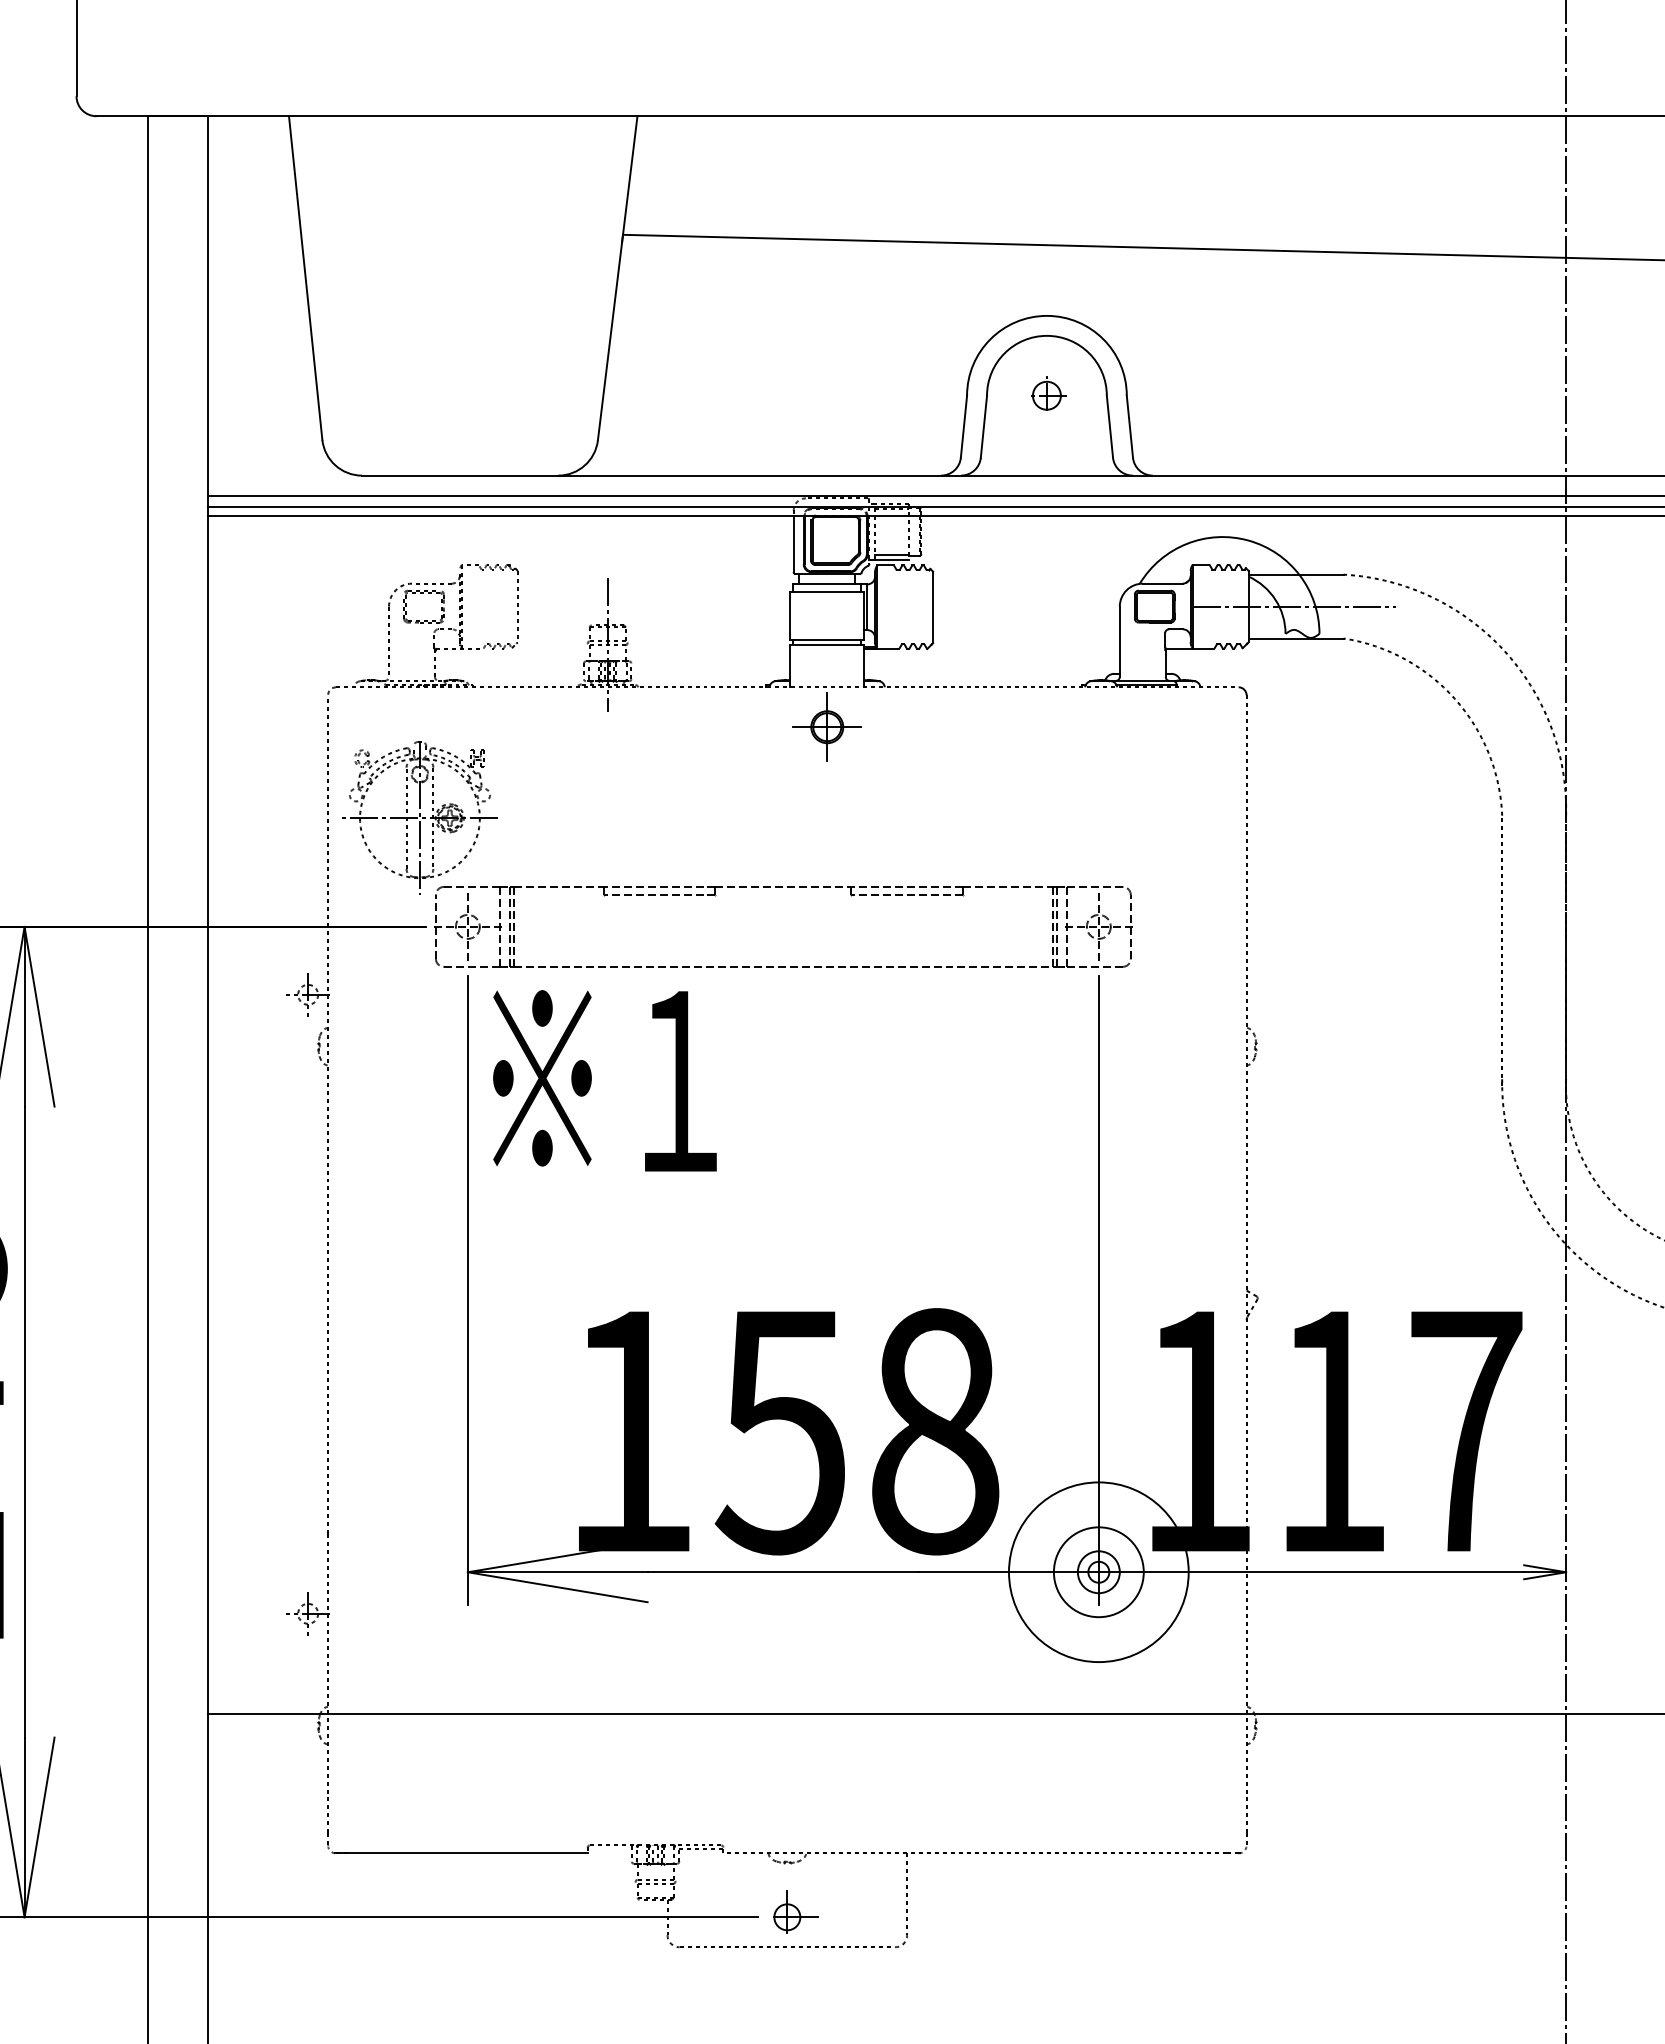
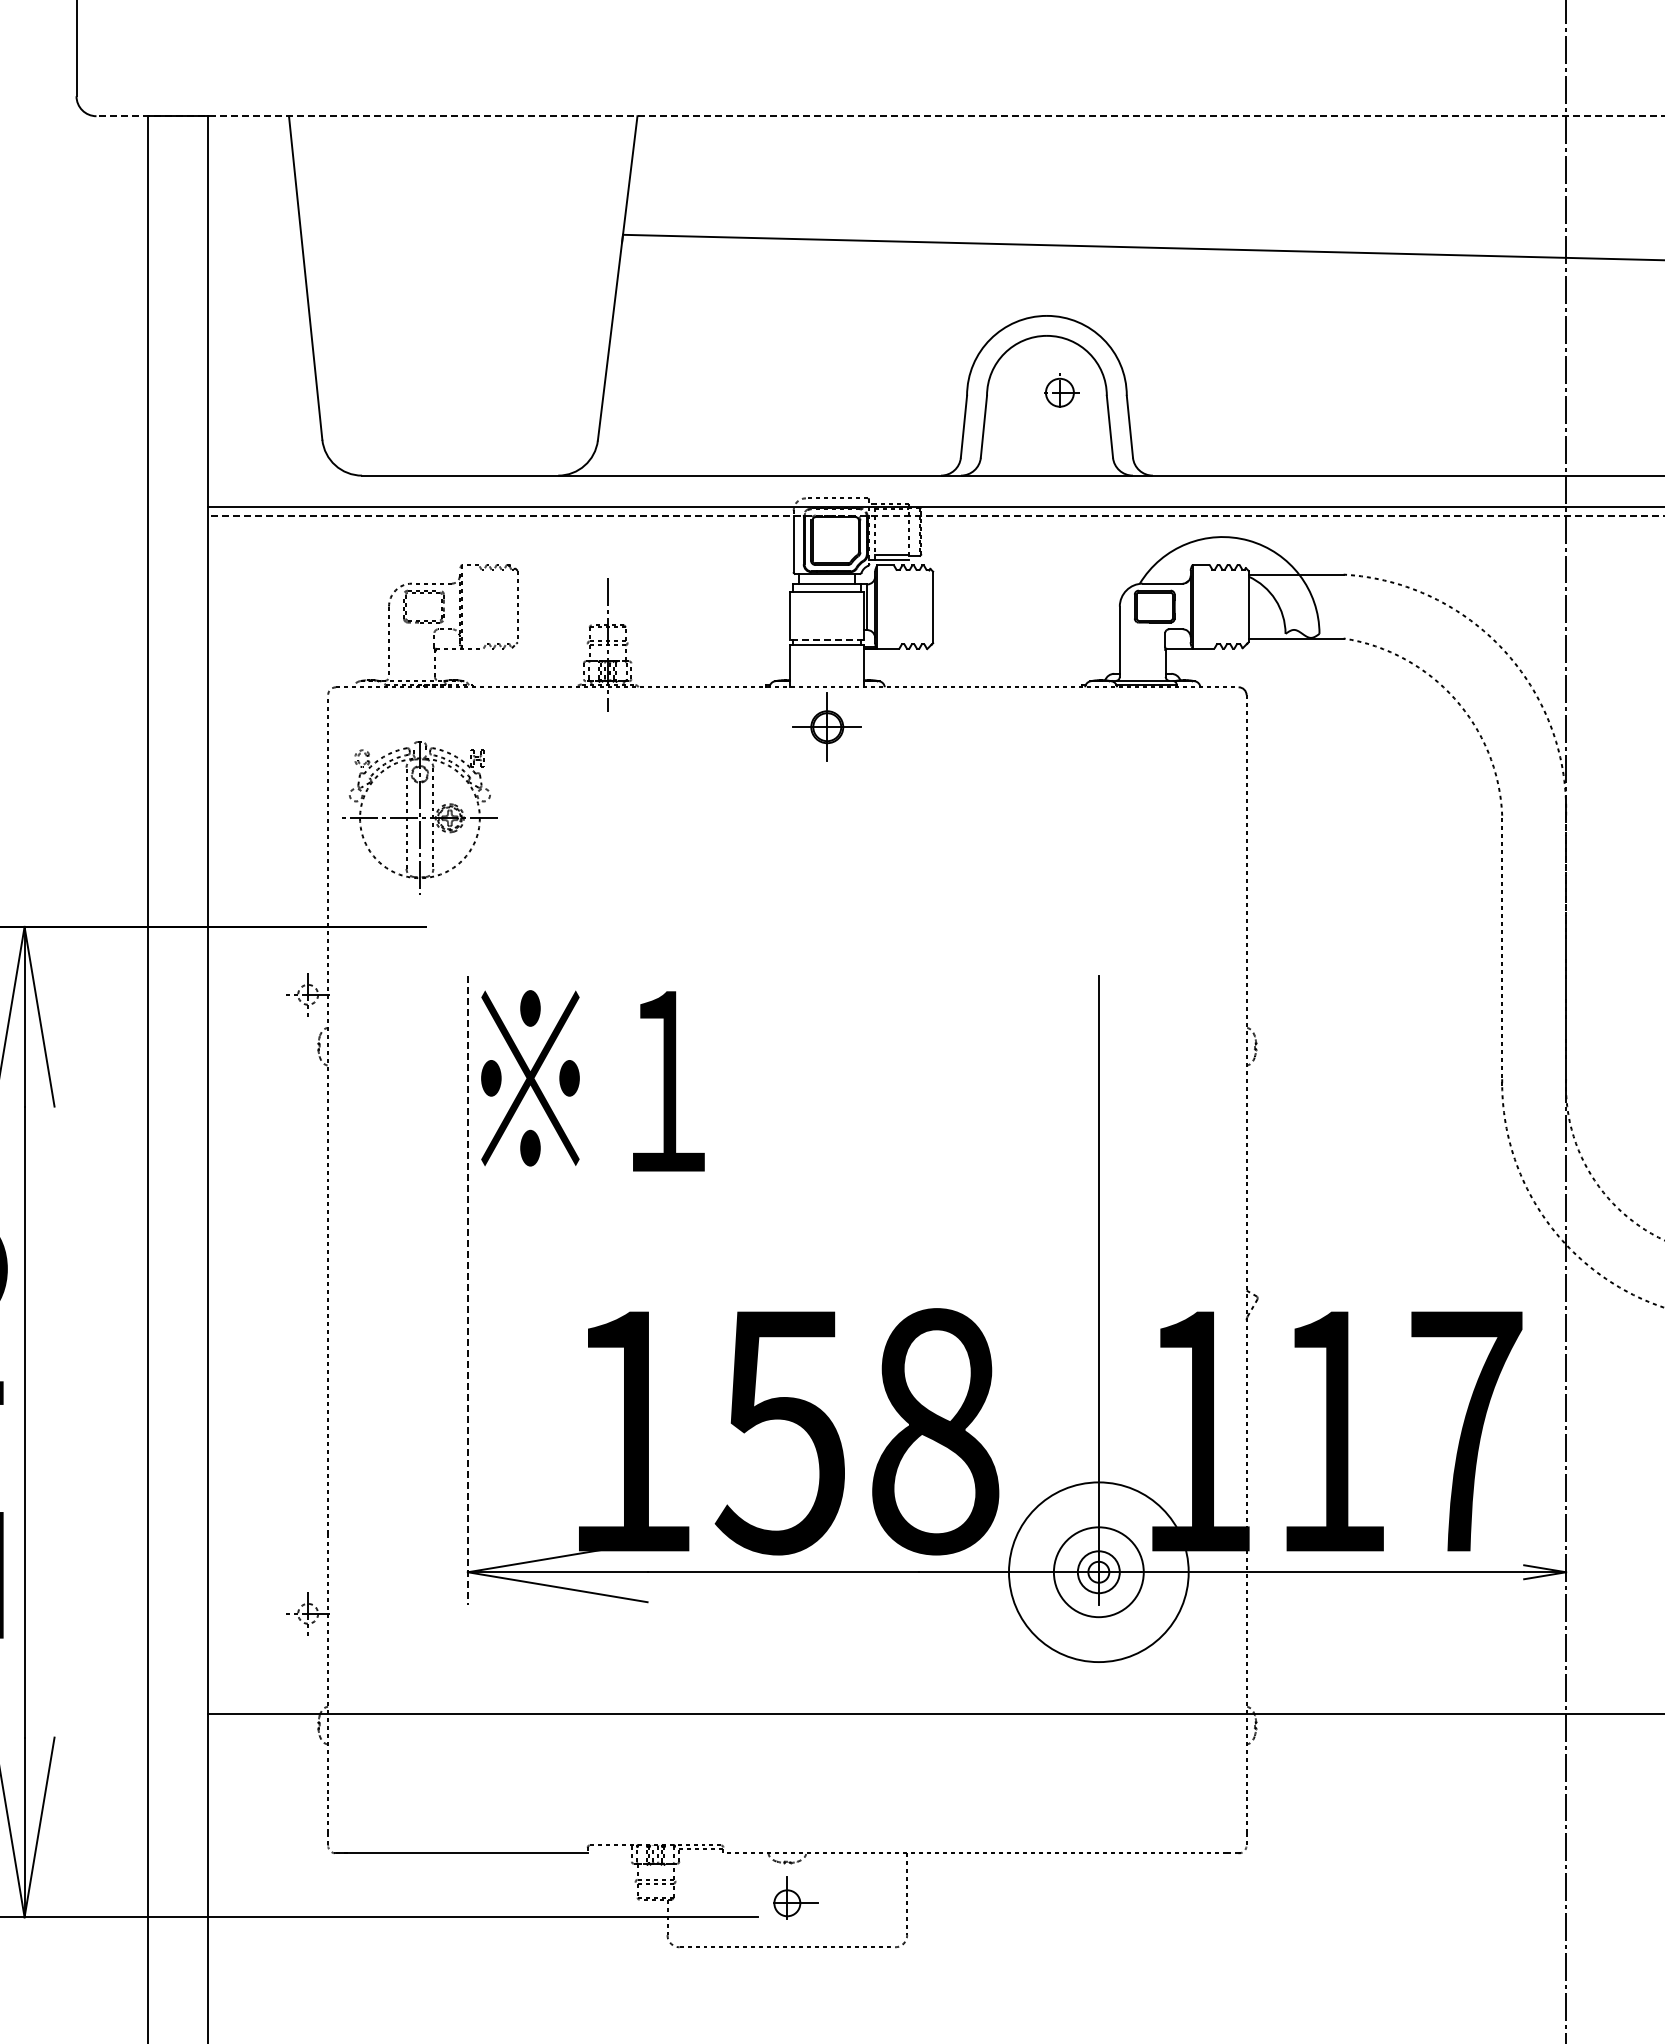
line at (880, 116): solid -> dashed
part at (1048, 393) position: (1048, 393) -> (1061, 390)
line at (934, 495): present -> none
line at (936, 515): solid -> dashed
line at (1294, 606): present -> none
line at (826, 639): solid -> dashed
part at (782, 887): present -> none
text at (604, 1080) position: (604, 1080) -> (592, 1080)
line at (467, 1290): solid -> dashed
part at (795, 1911) position: (795, 1911) -> (795, 1897)
